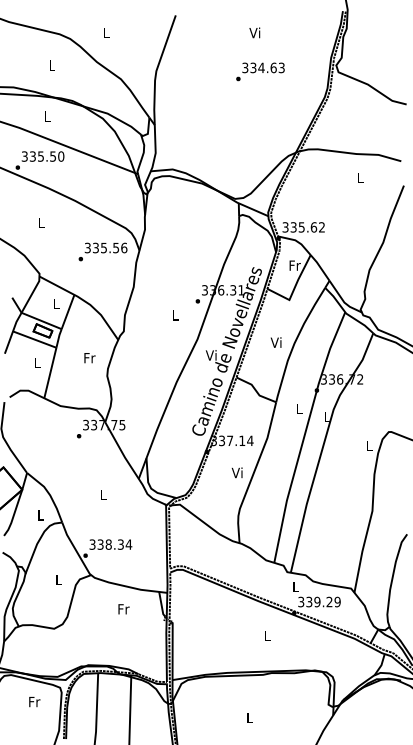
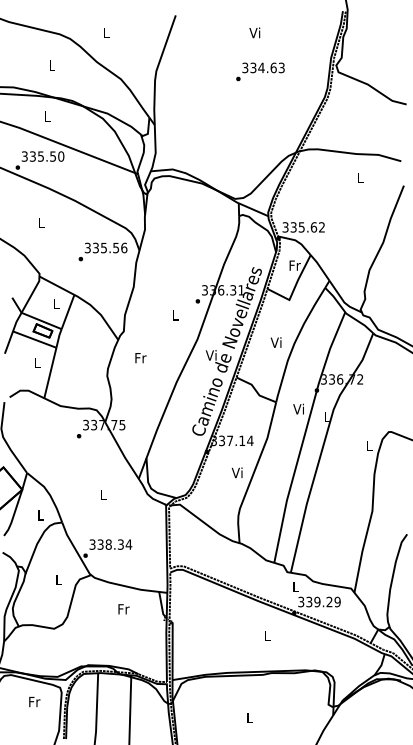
text at (89, 358) position: (89, 358) -> (140, 358)
text at (298, 408): L -> Vi
